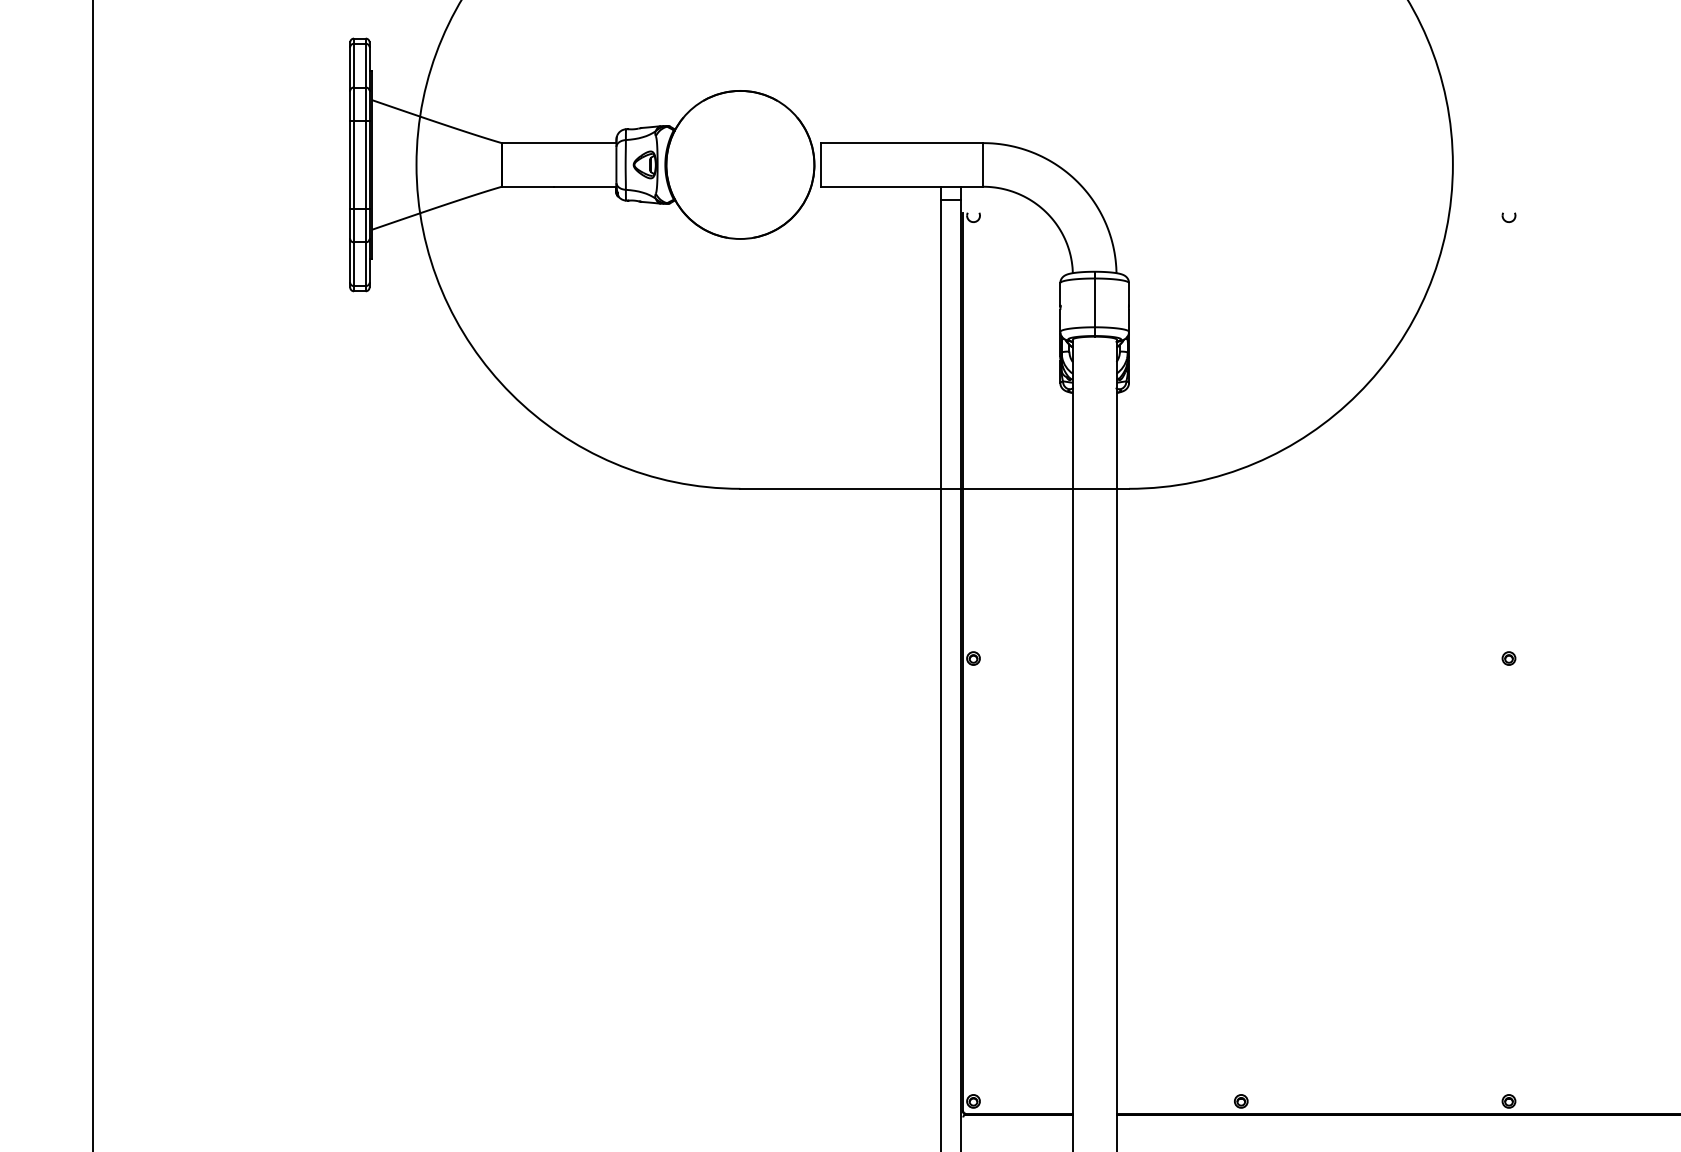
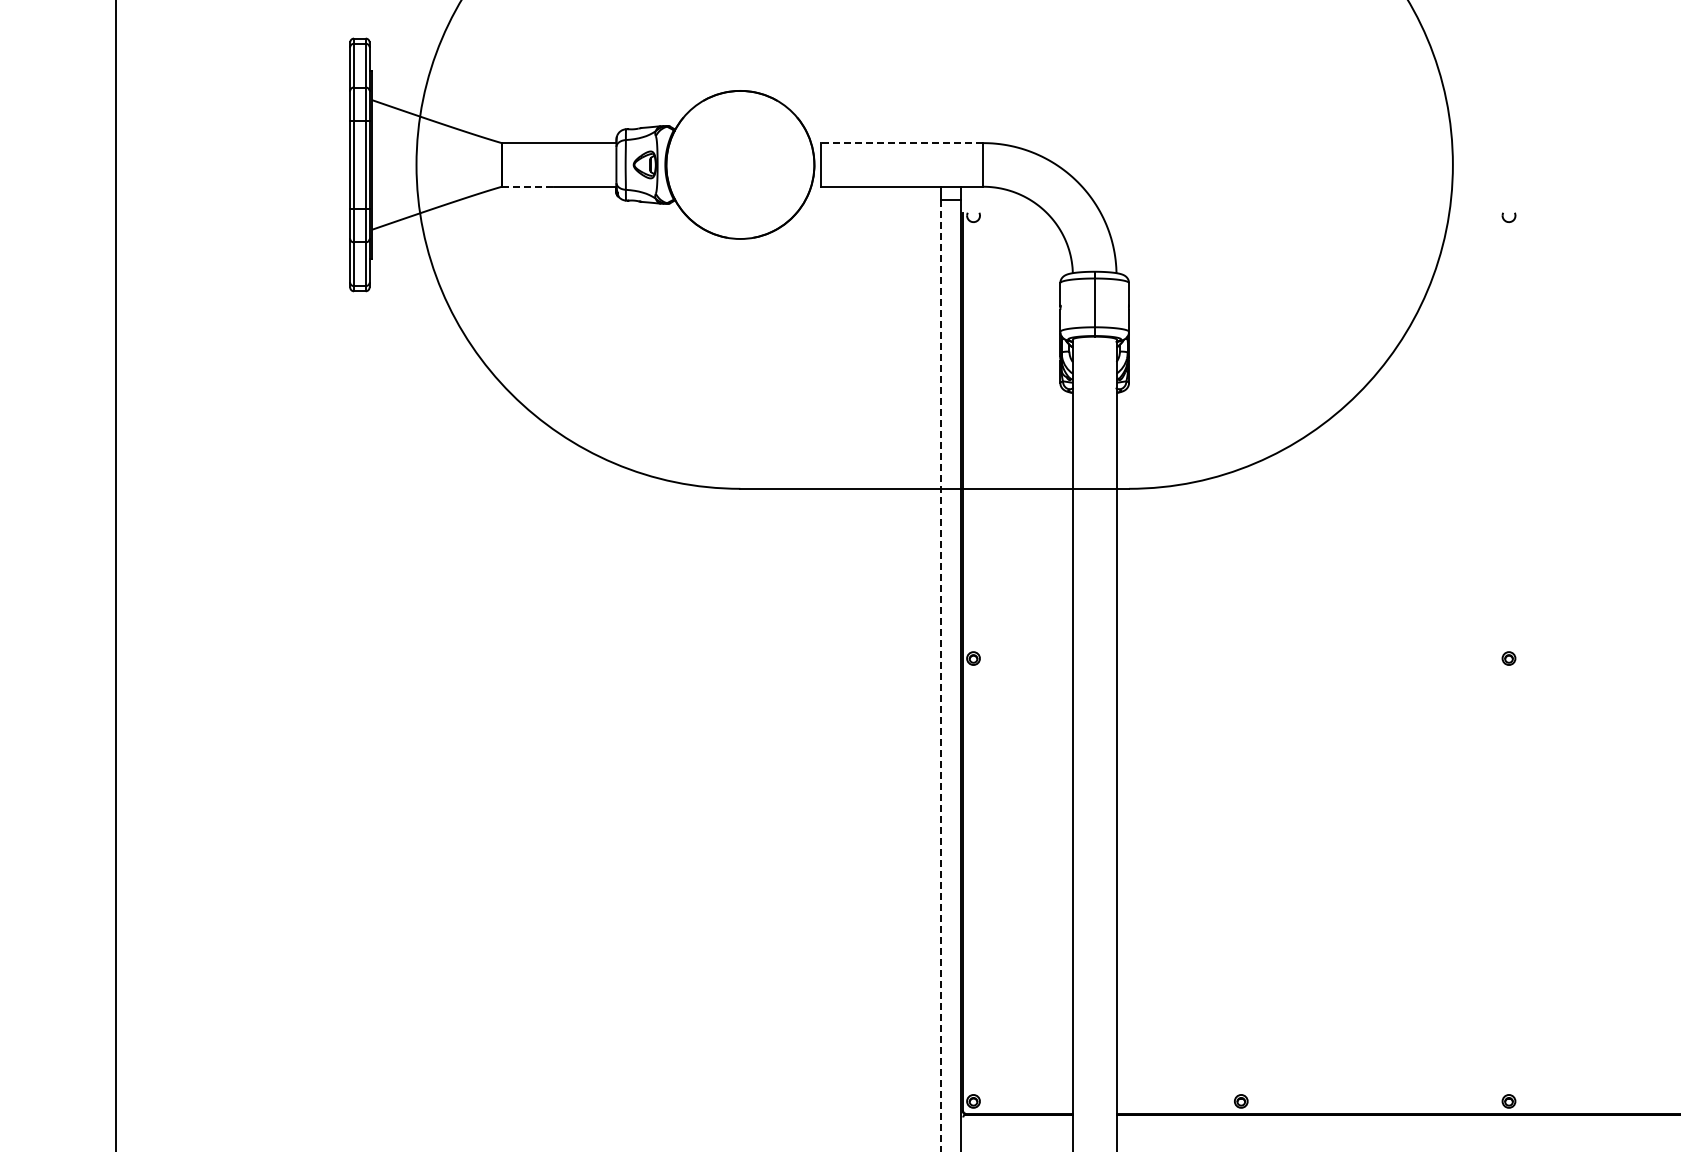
line at (901, 143): solid -> dashed
line at (527, 186): solid -> dashed
line at (92, 575) position: (92, 575) -> (115, 575)
line at (941, 675): solid -> dashed
